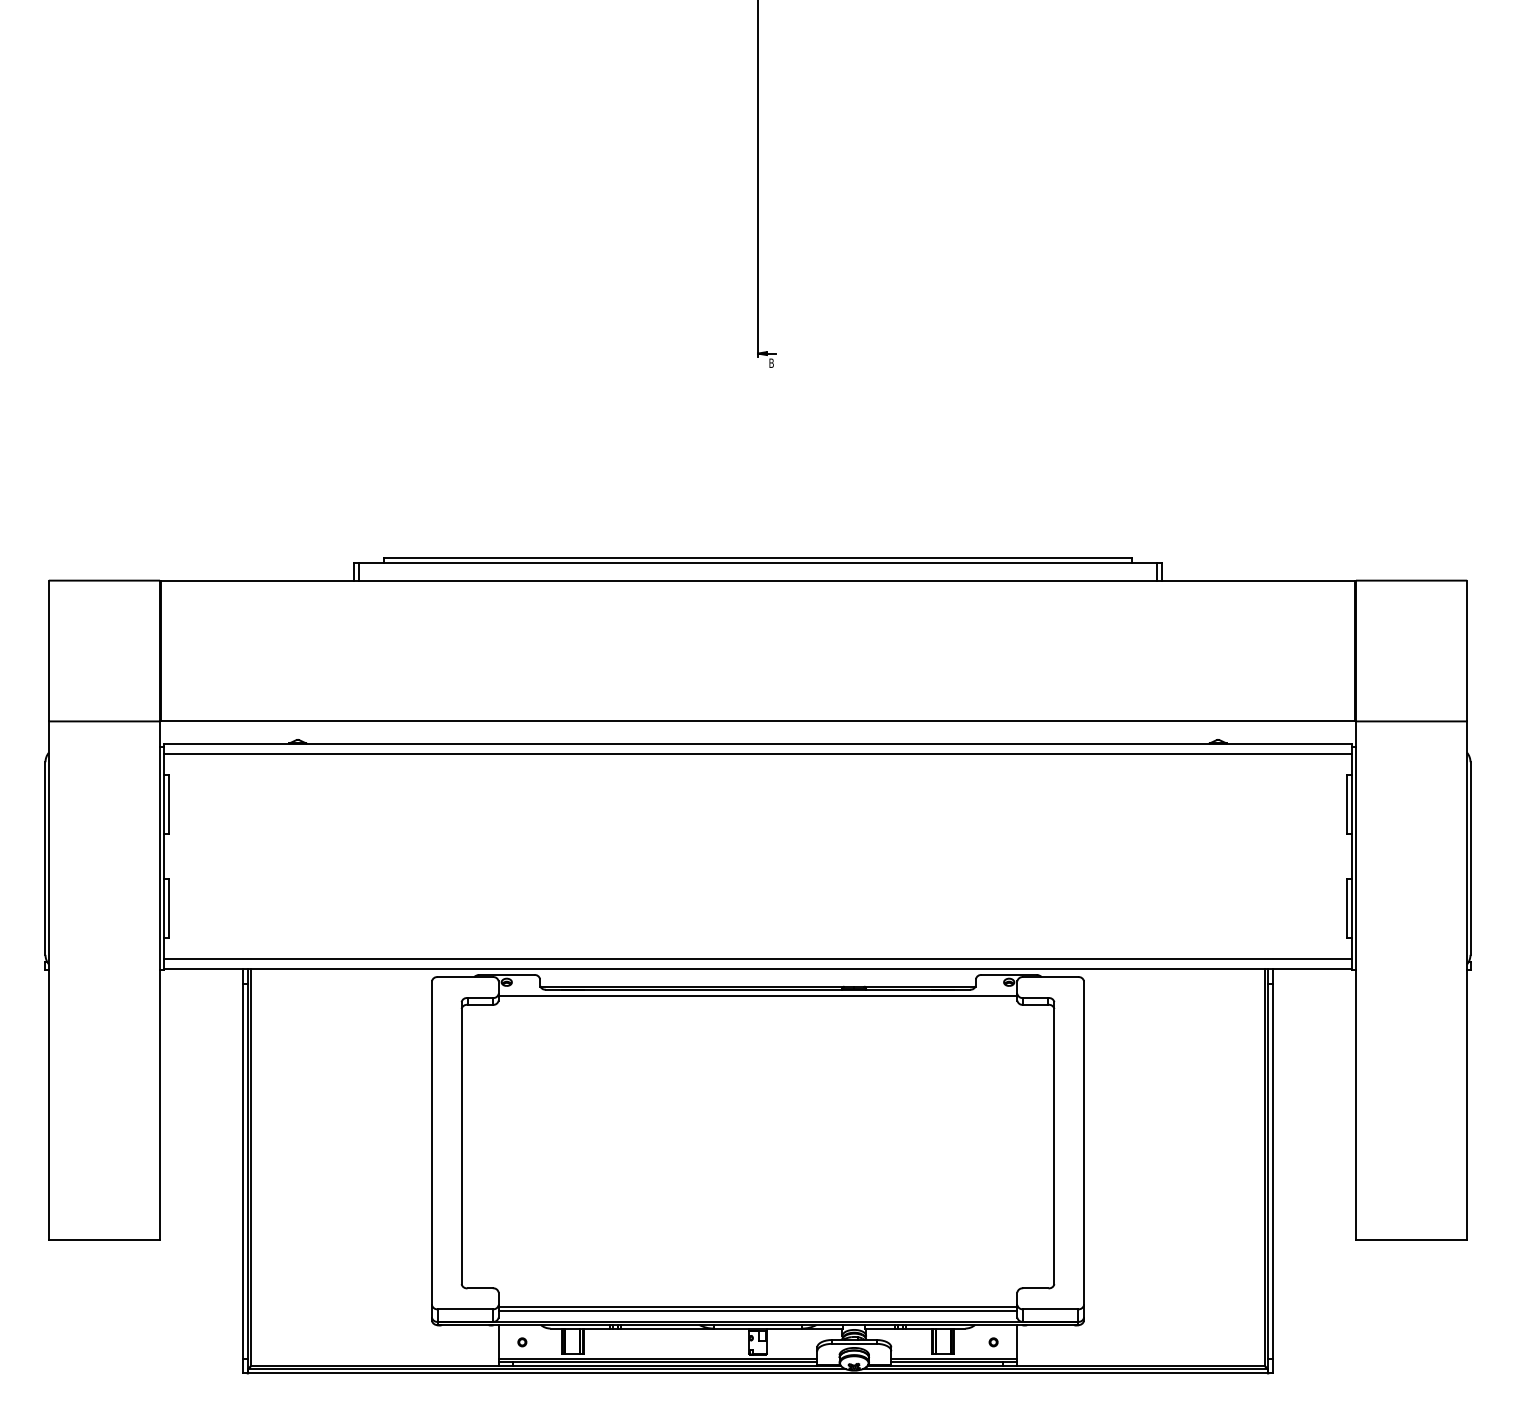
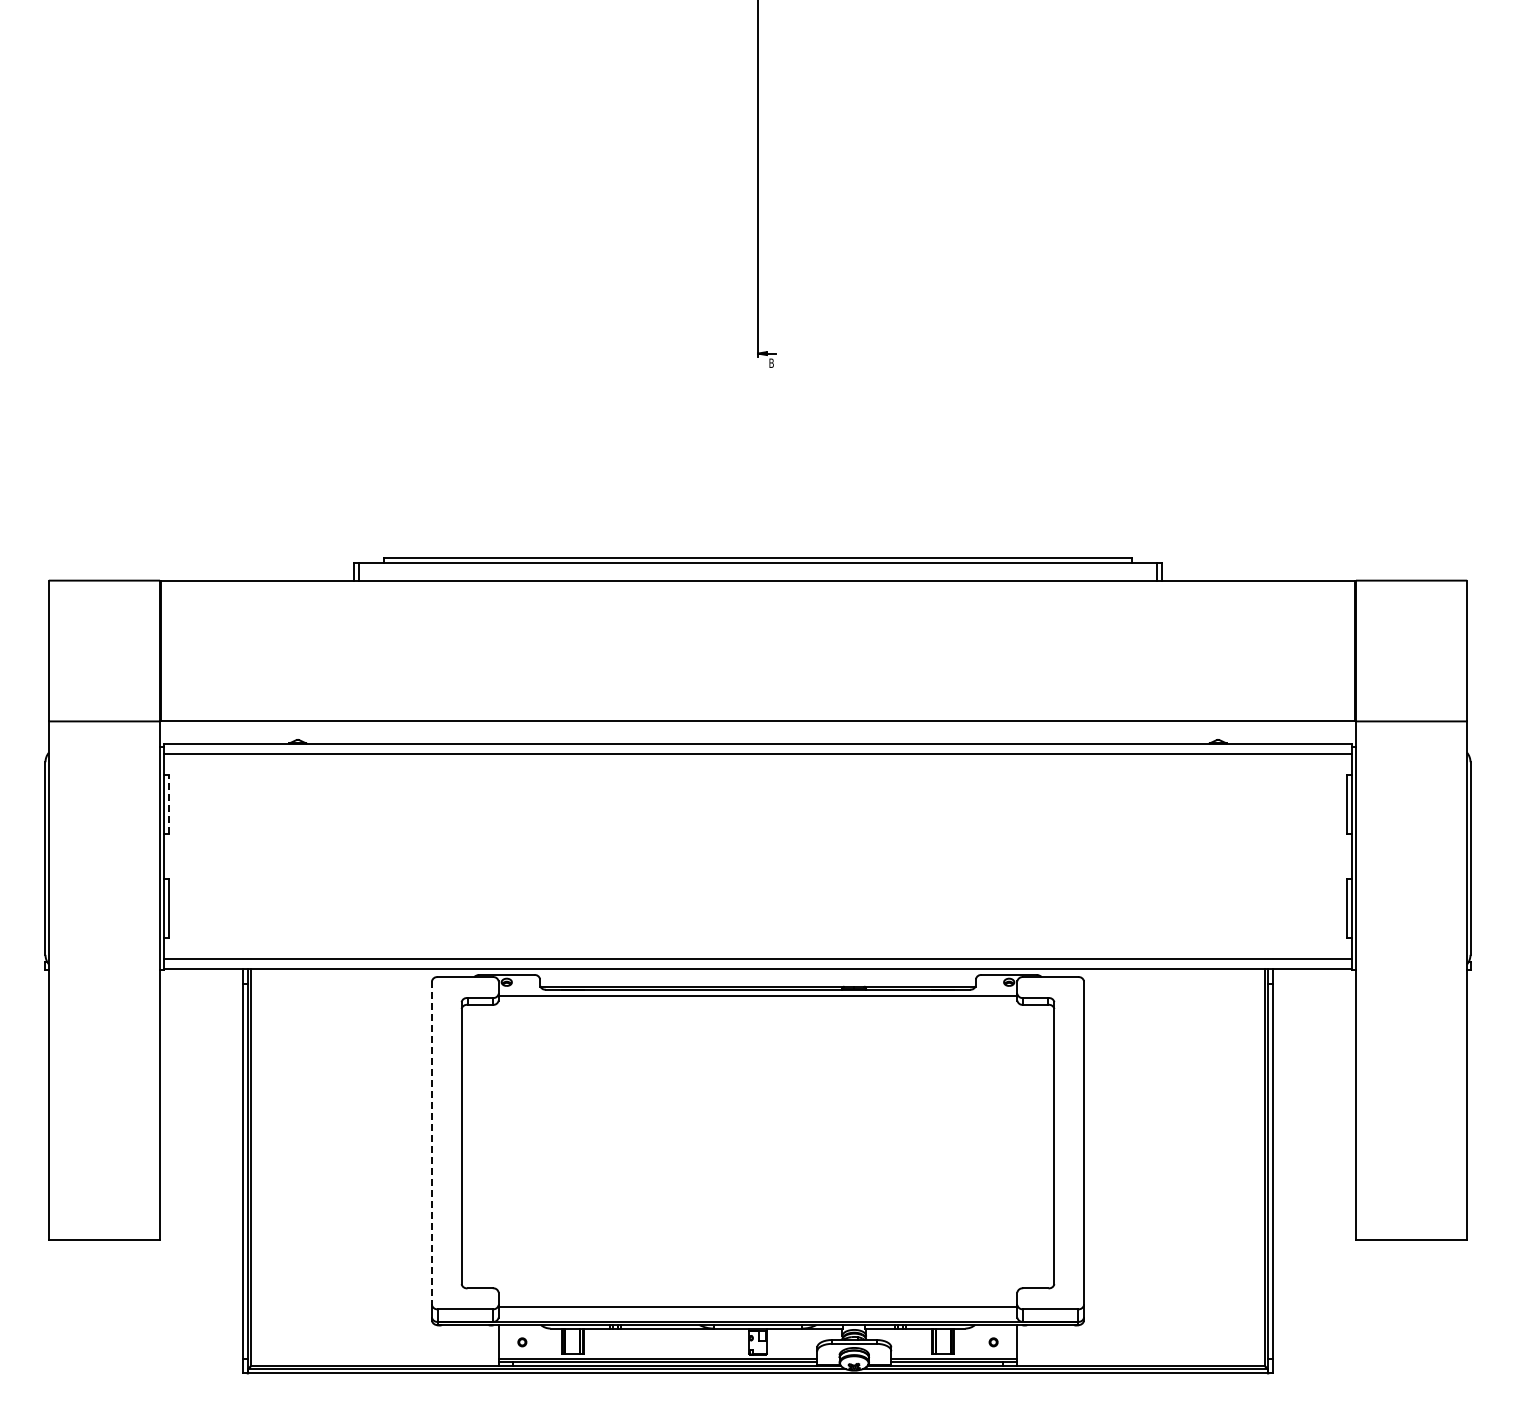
line at (168, 804): solid -> dashed
line at (431, 1143): solid -> dashed
line at (757, 1311): present -> none
